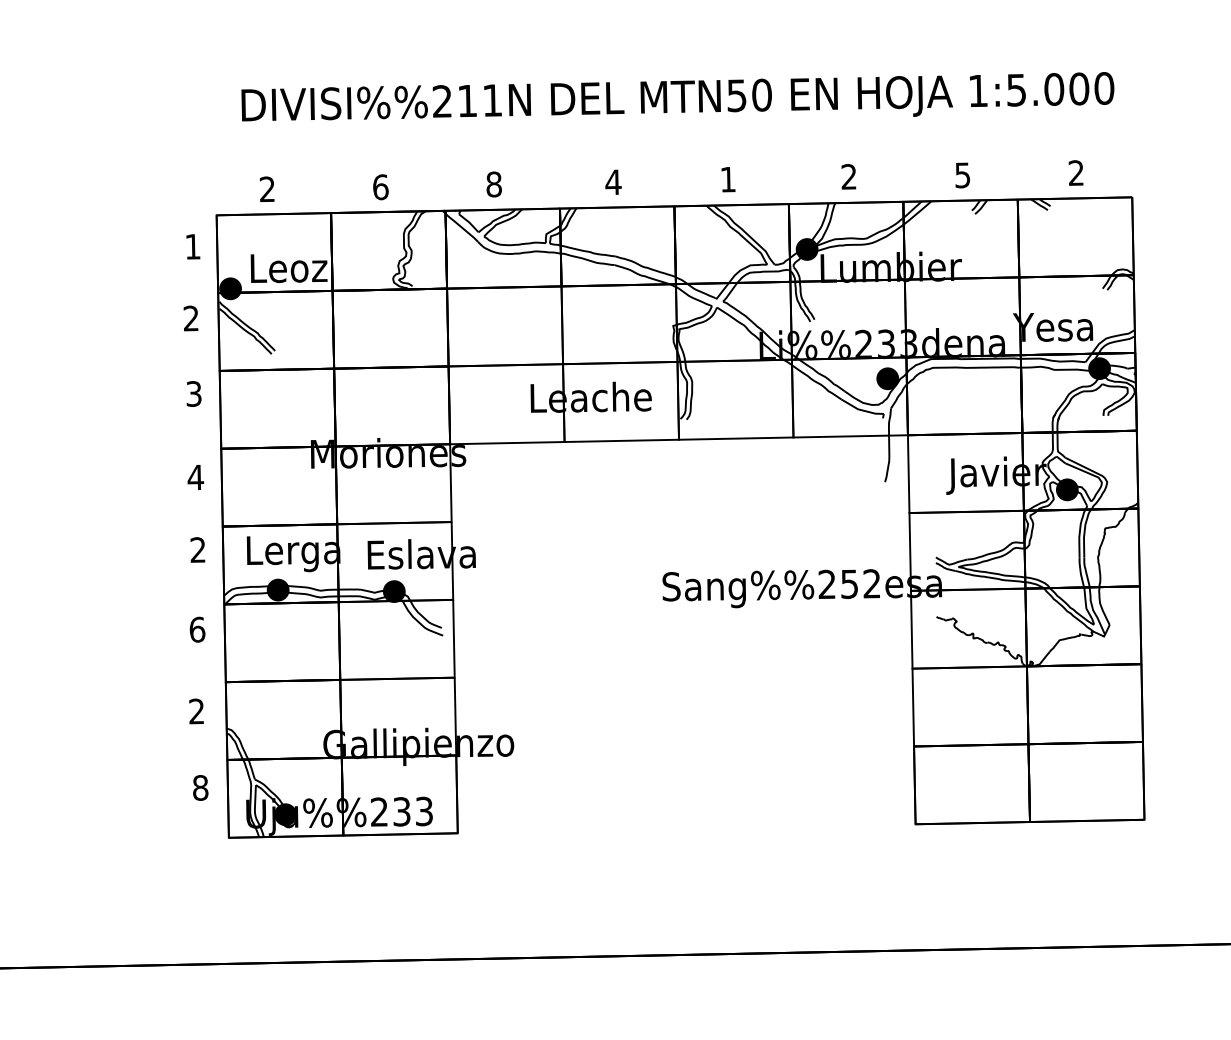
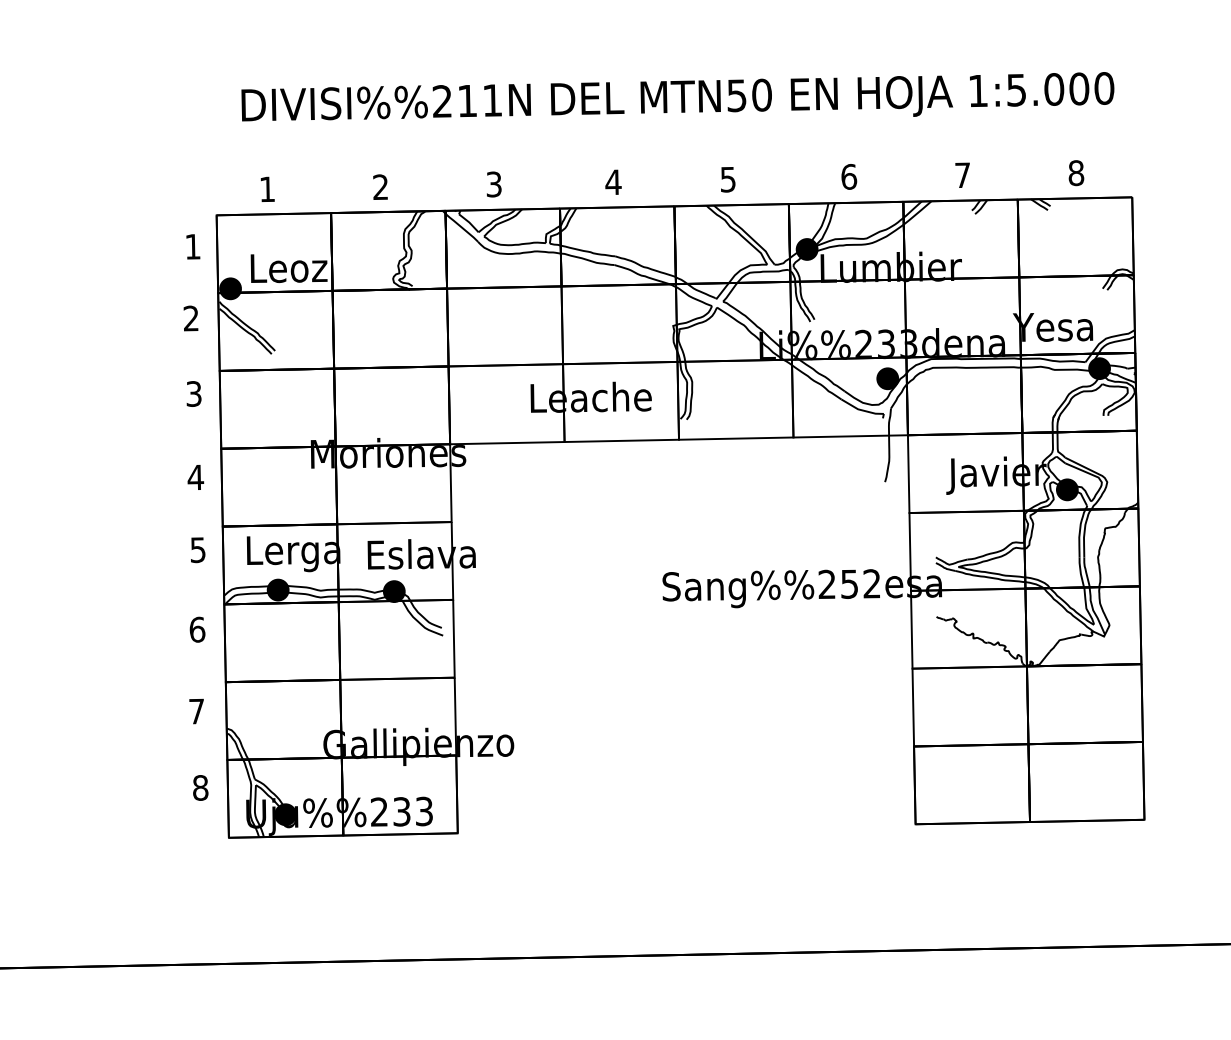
text at (1076, 173): 2 -> 8
text at (962, 175): 5 -> 7
text at (849, 176): 2 -> 6
text at (728, 179): 1 -> 5
text at (493, 184): 8 -> 3
text at (380, 187): 6 -> 2
text at (266, 189): 2 -> 1
text at (197, 550): 2 -> 5
text at (196, 711): 2 -> 7
